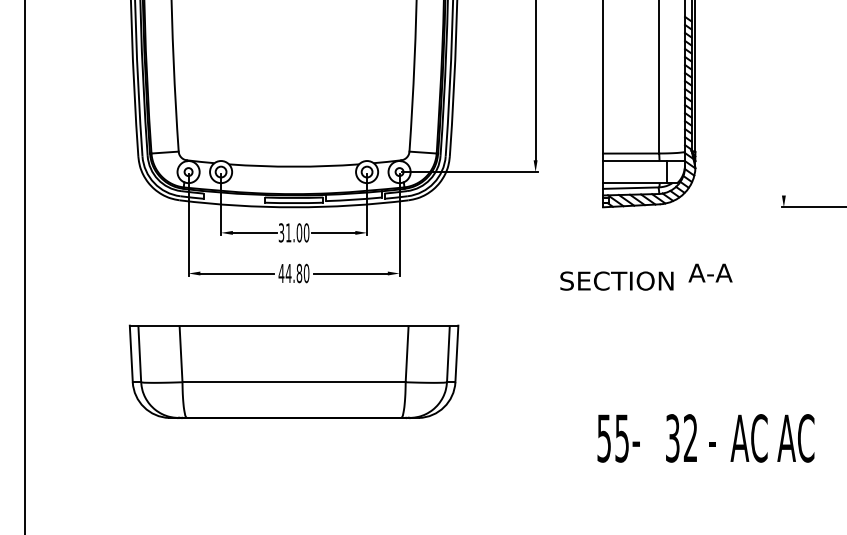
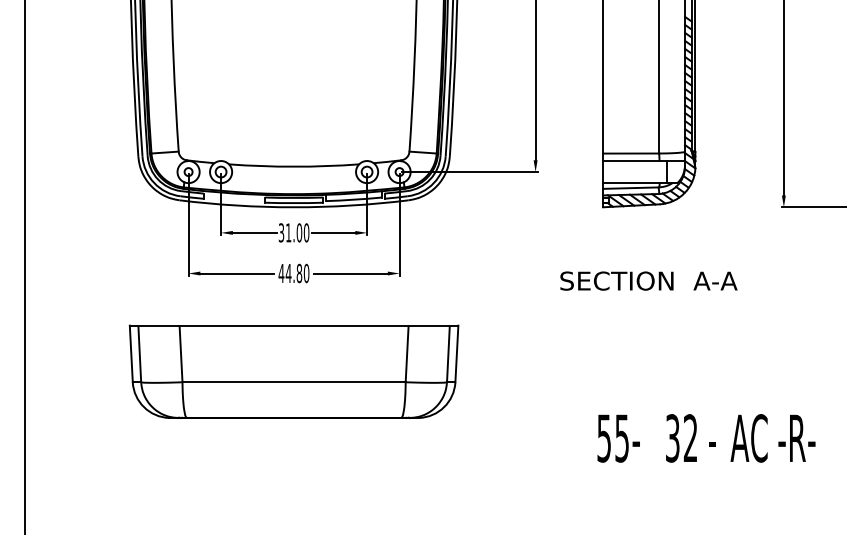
line at (783, 98): none -> present
text at (710, 272) position: (710, 272) -> (715, 280)
text at (796, 438): AC -> -R-
